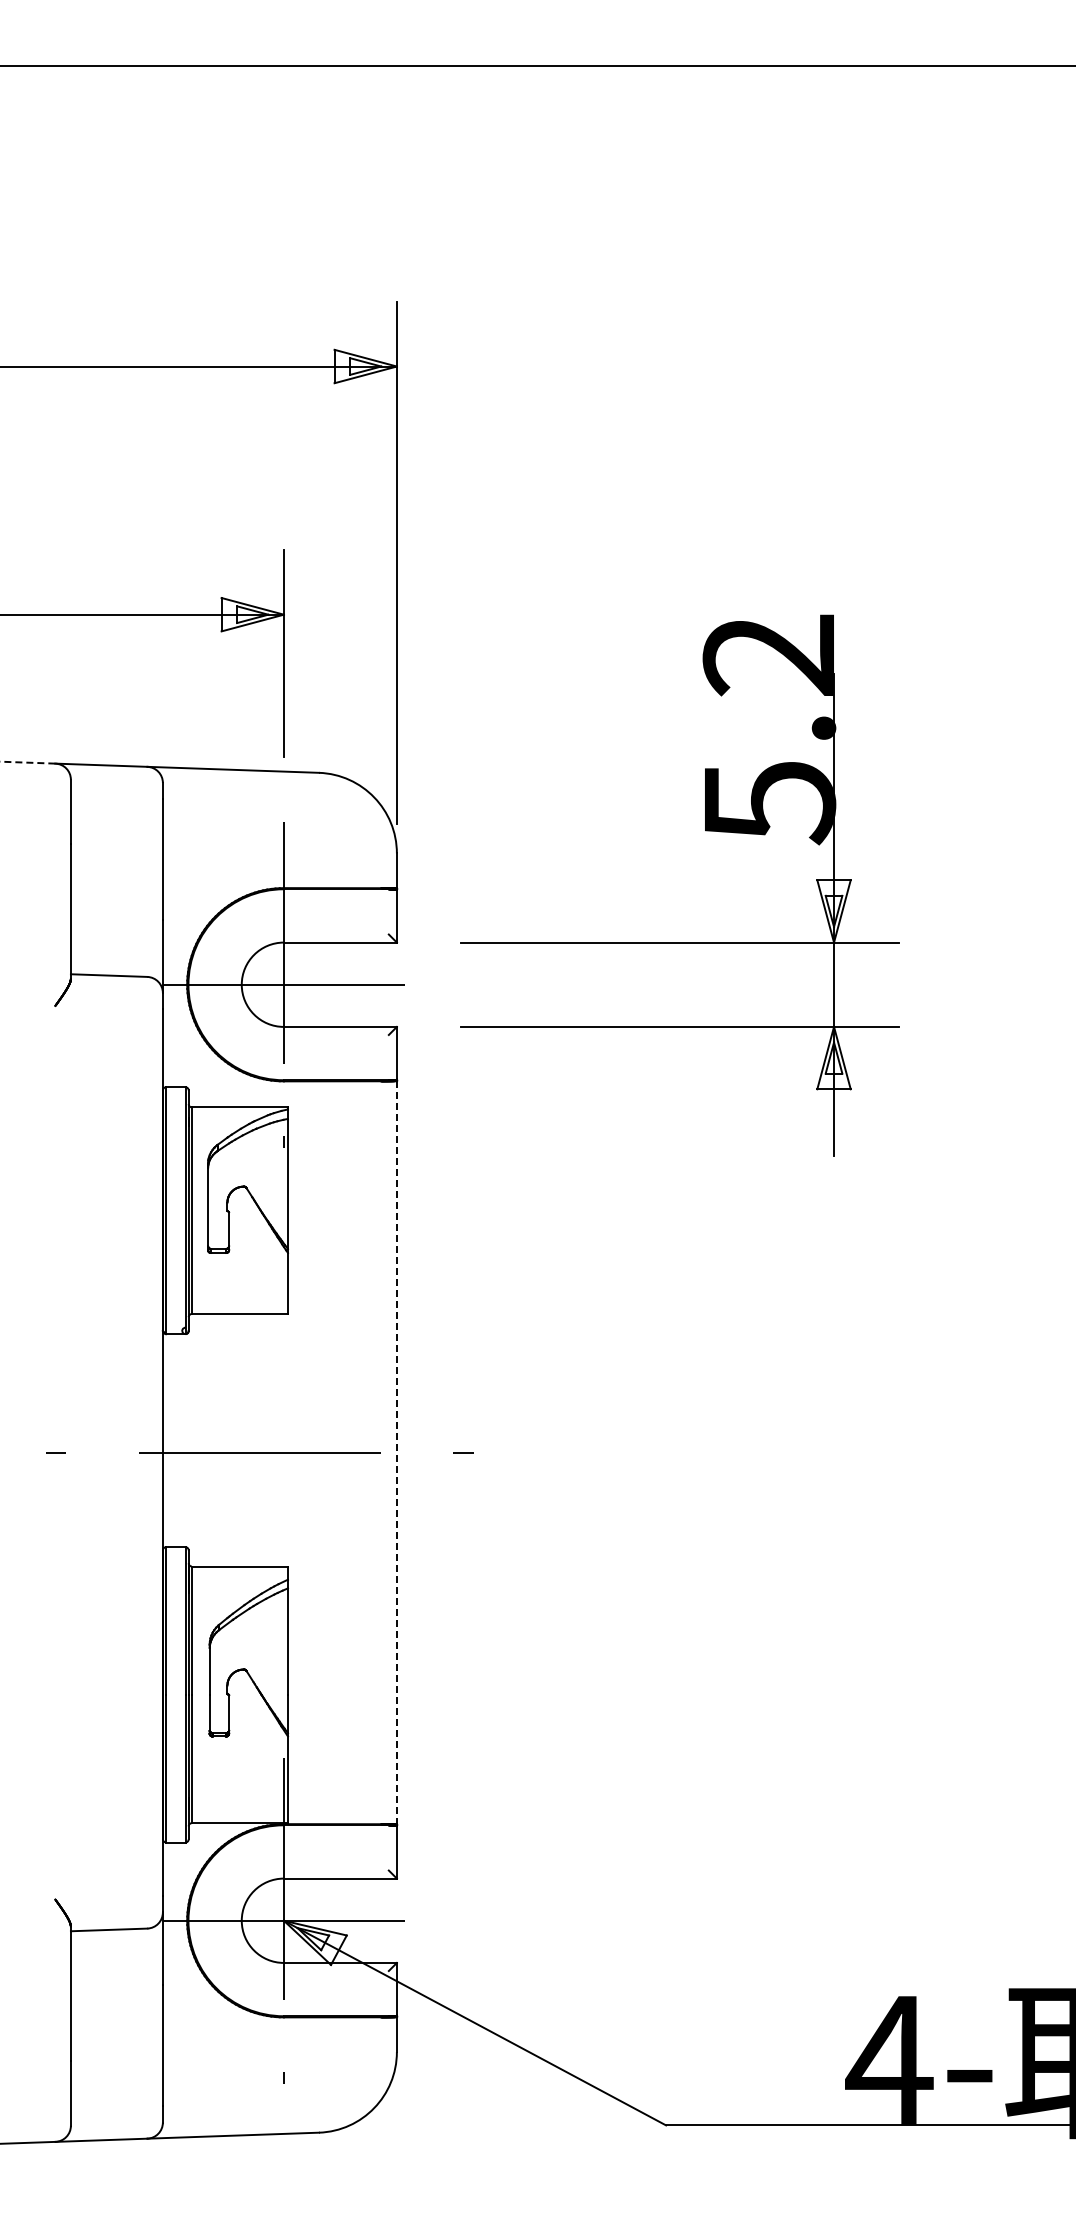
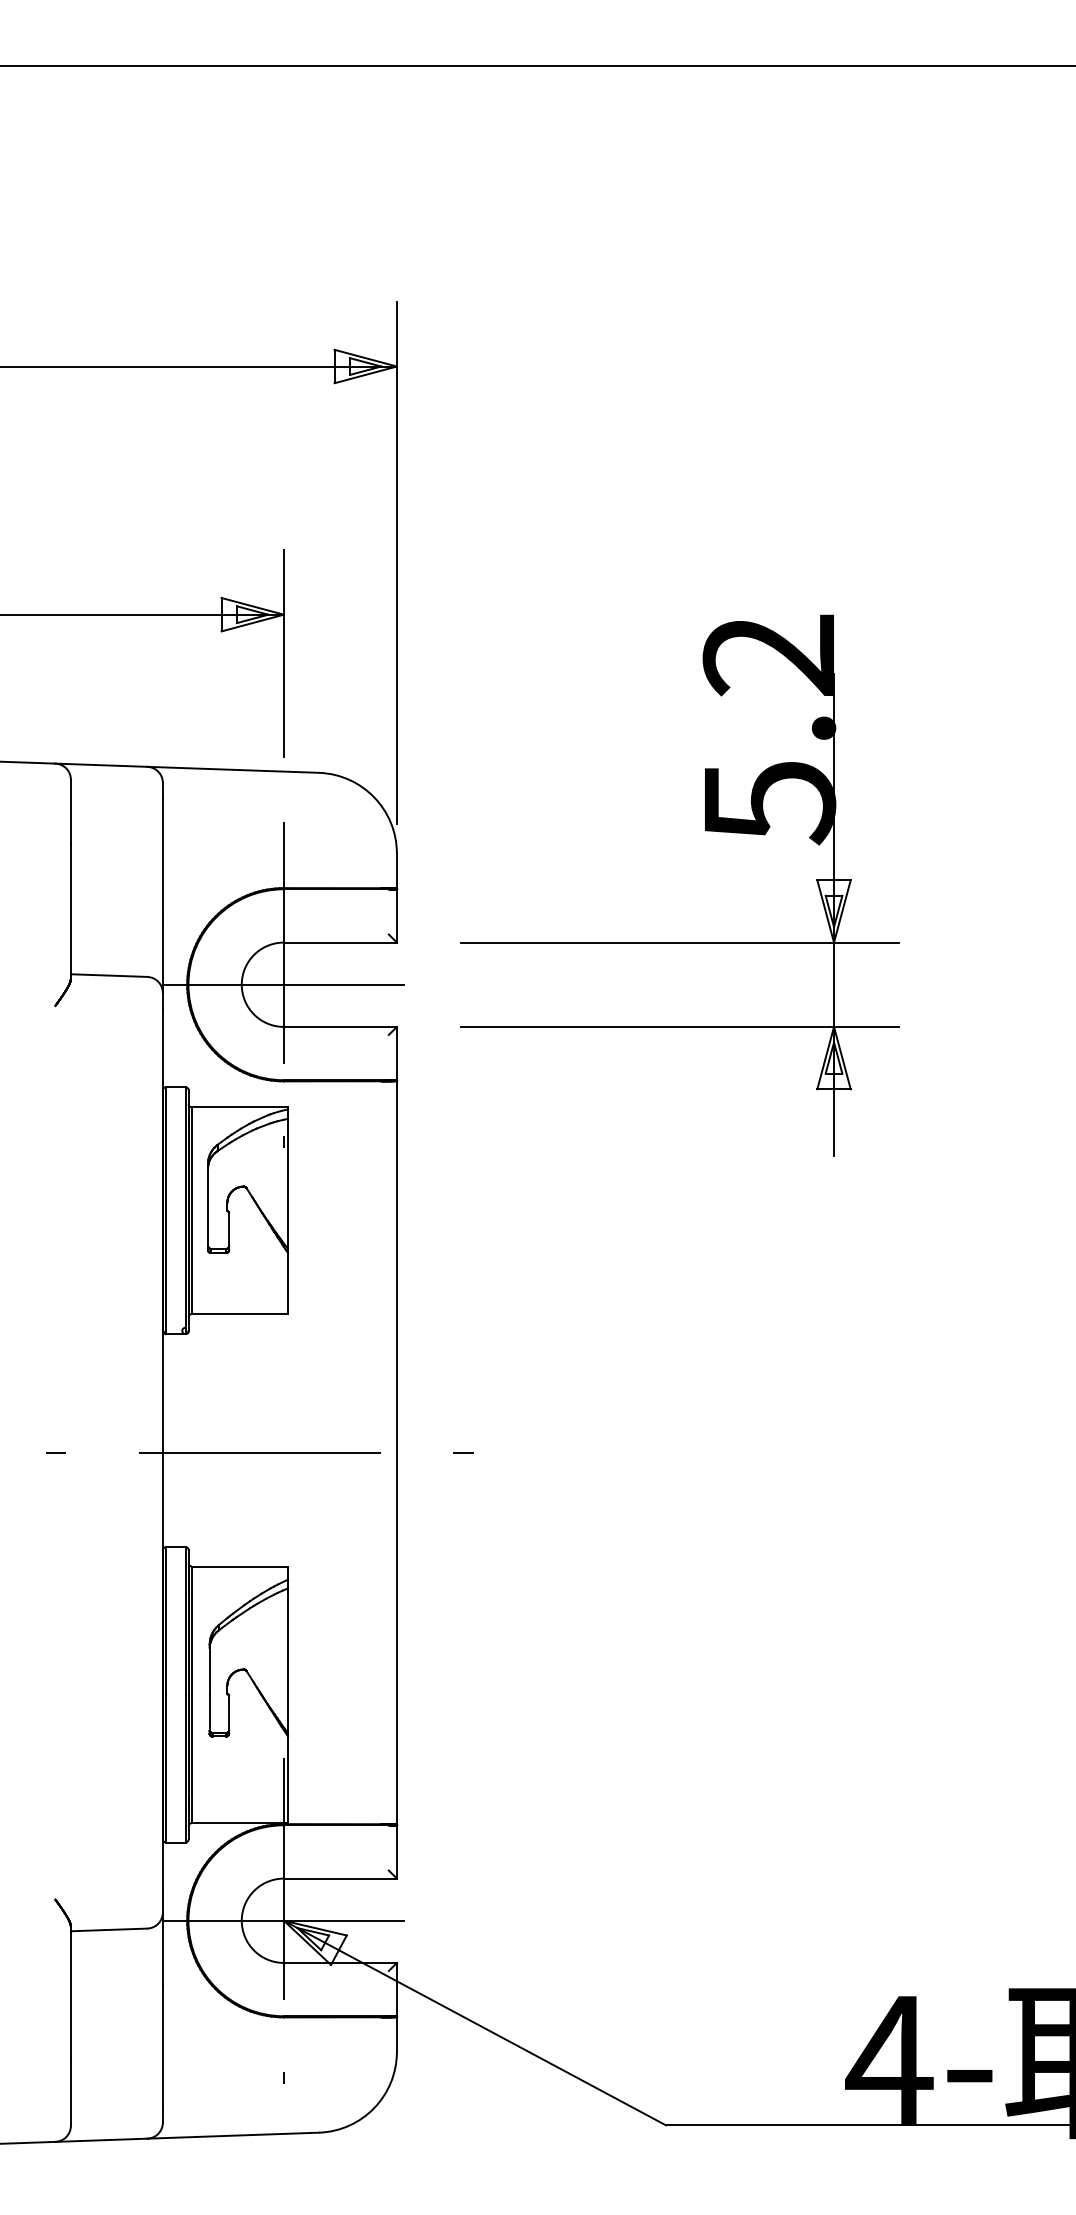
line at (27, 762): dashed -> solid
line at (396, 1452): dashed -> solid
